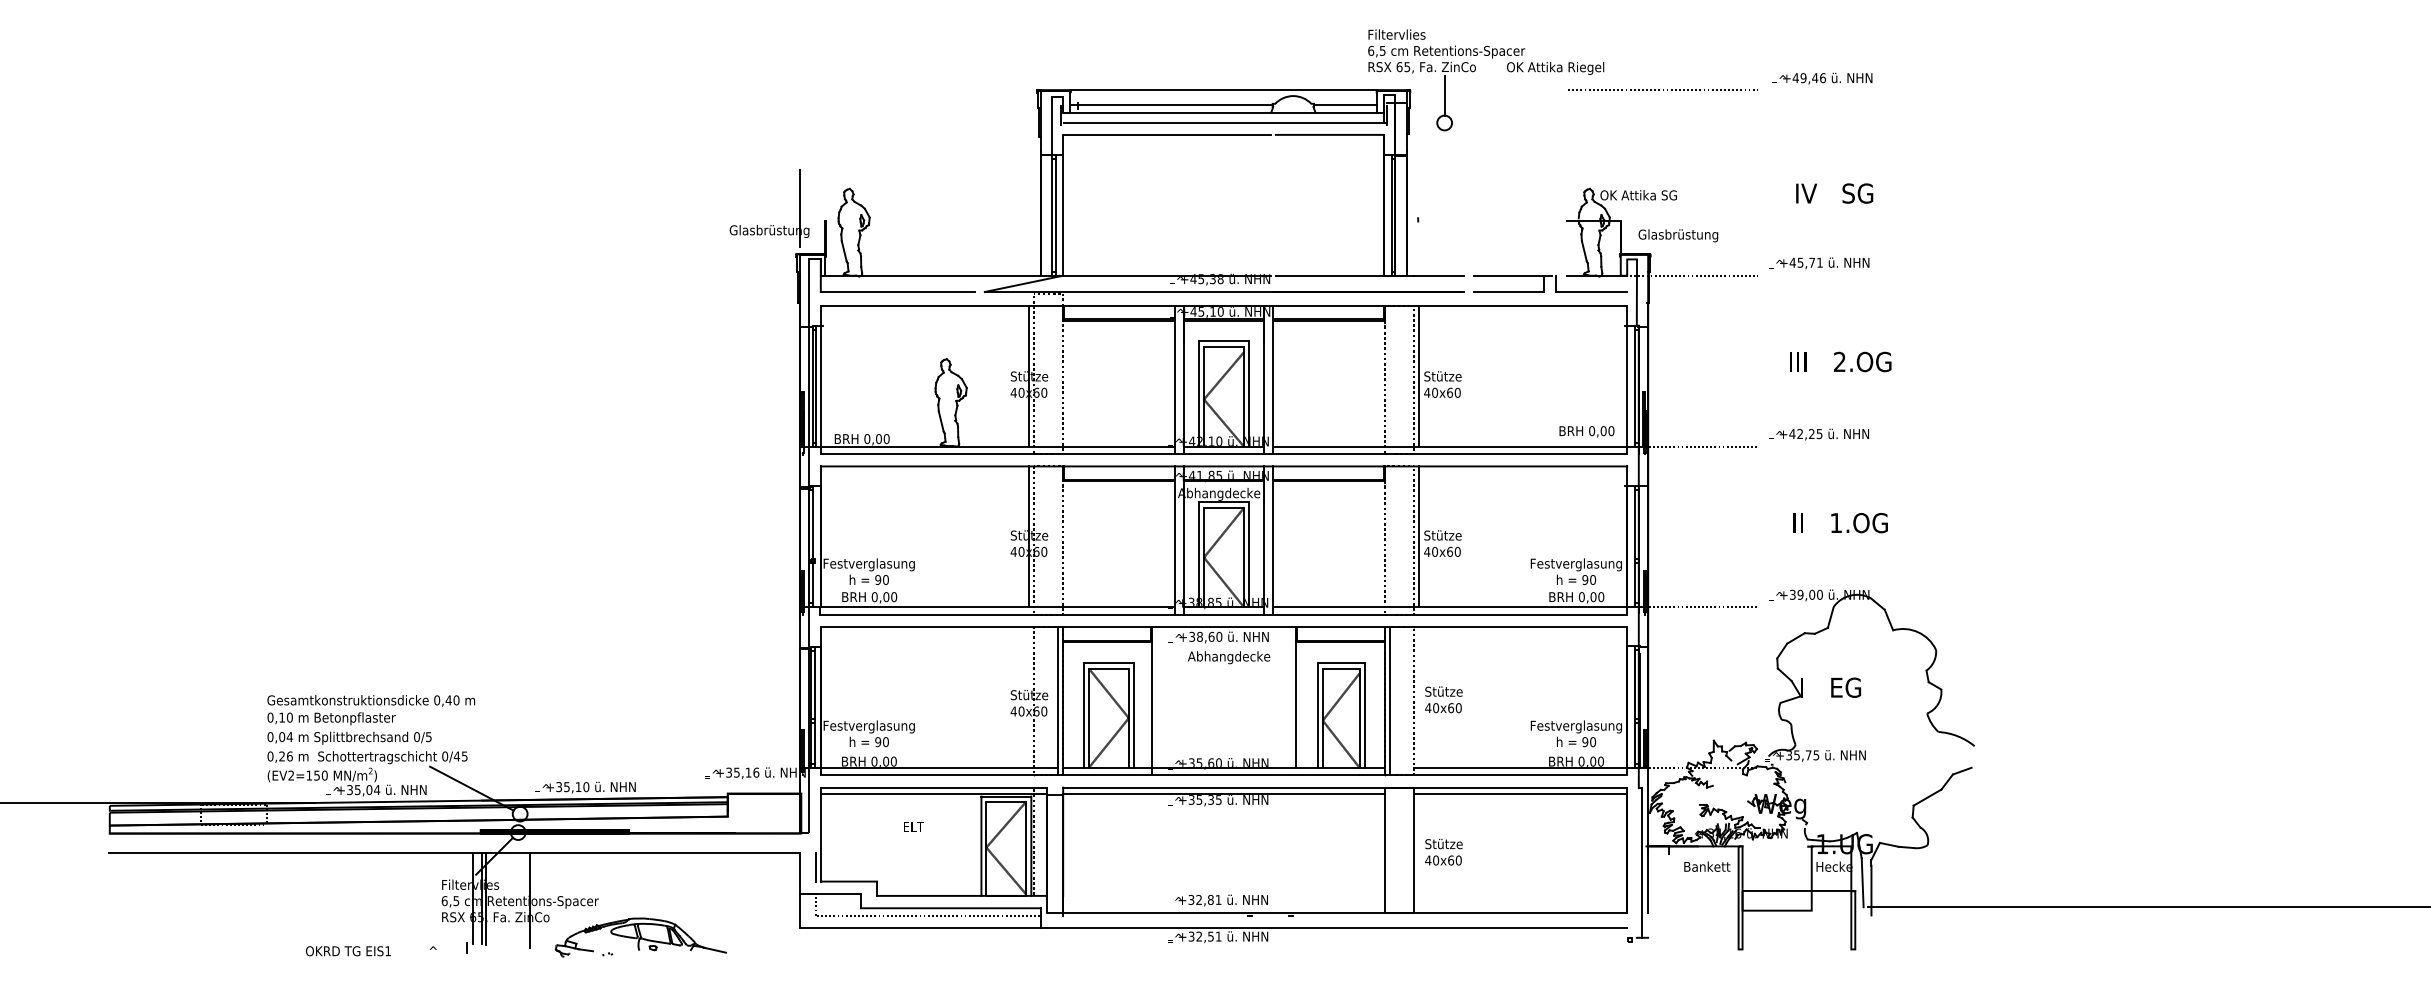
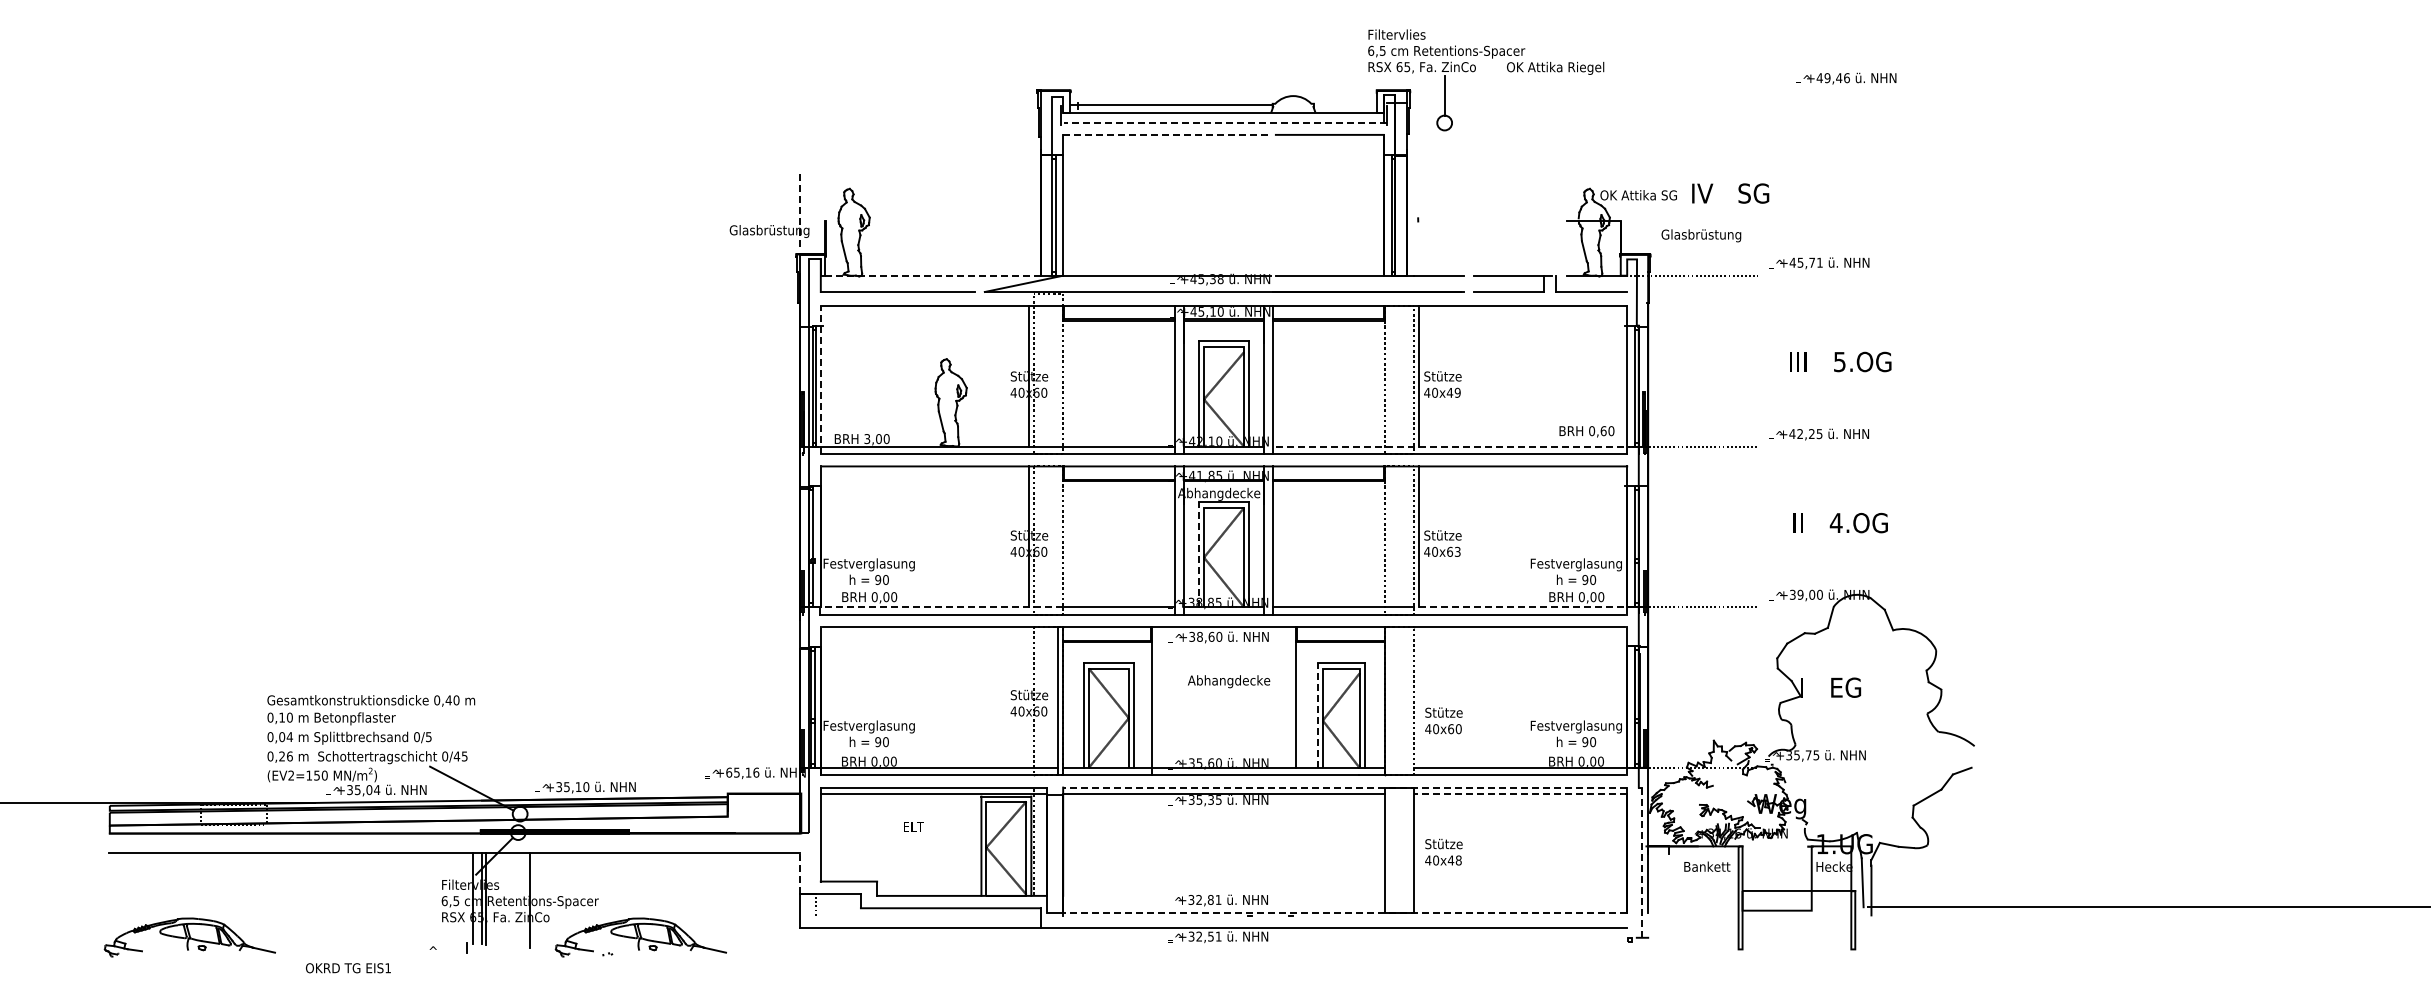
text at (1822, 78) position: (1822, 78) -> (1846, 78)
line at (1223, 90): present -> none
line at (1662, 90): present -> none
line at (1345, 104): present -> none
line at (1225, 122): solid -> dashed
line at (1167, 134): solid -> dashed
text at (1834, 193) position: (1834, 193) -> (1730, 193)
line at (799, 208): solid -> dashed
text at (1678, 235) position: (1678, 235) -> (1701, 235)
line at (932, 275): solid -> dashed
text at (1839, 361): 2.OG -> 5.OG
line at (820, 379): solid -> dashed
text at (1453, 392): 40x60 -> 40x49
text at (1603, 430): 0,00 -> 0,60
text at (867, 439): 0,00 -> 3,00
line at (1454, 446): solid -> dashed
text at (1835, 522): 1.OG -> 4.OG
text at (1457, 551): 40x60 -> 40x63
line at (1199, 554): solid -> dashed
line at (941, 607): solid -> dashed
line at (1524, 607): solid -> dashed
text at (1229, 657) position: (1229, 657) -> (1229, 681)
text at (1443, 699) position: (1443, 699) -> (1443, 720)
line at (1389, 701): present -> none
line at (1317, 715): solid -> dashed
text at (729, 772): +35,16 -> +65,16
line at (1344, 787): solid -> dashed
line at (1520, 793): solid -> dashed
text at (1454, 860): 40x60 -> 40x48
line at (1642, 862): solid -> dashed
line at (816, 867): present -> none
line at (799, 873): solid -> dashed
line at (1344, 913): solid -> dashed
line at (928, 915): present -> none
part at (189, 937): none -> present
text at (348, 951) position: (348, 951) -> (348, 968)
